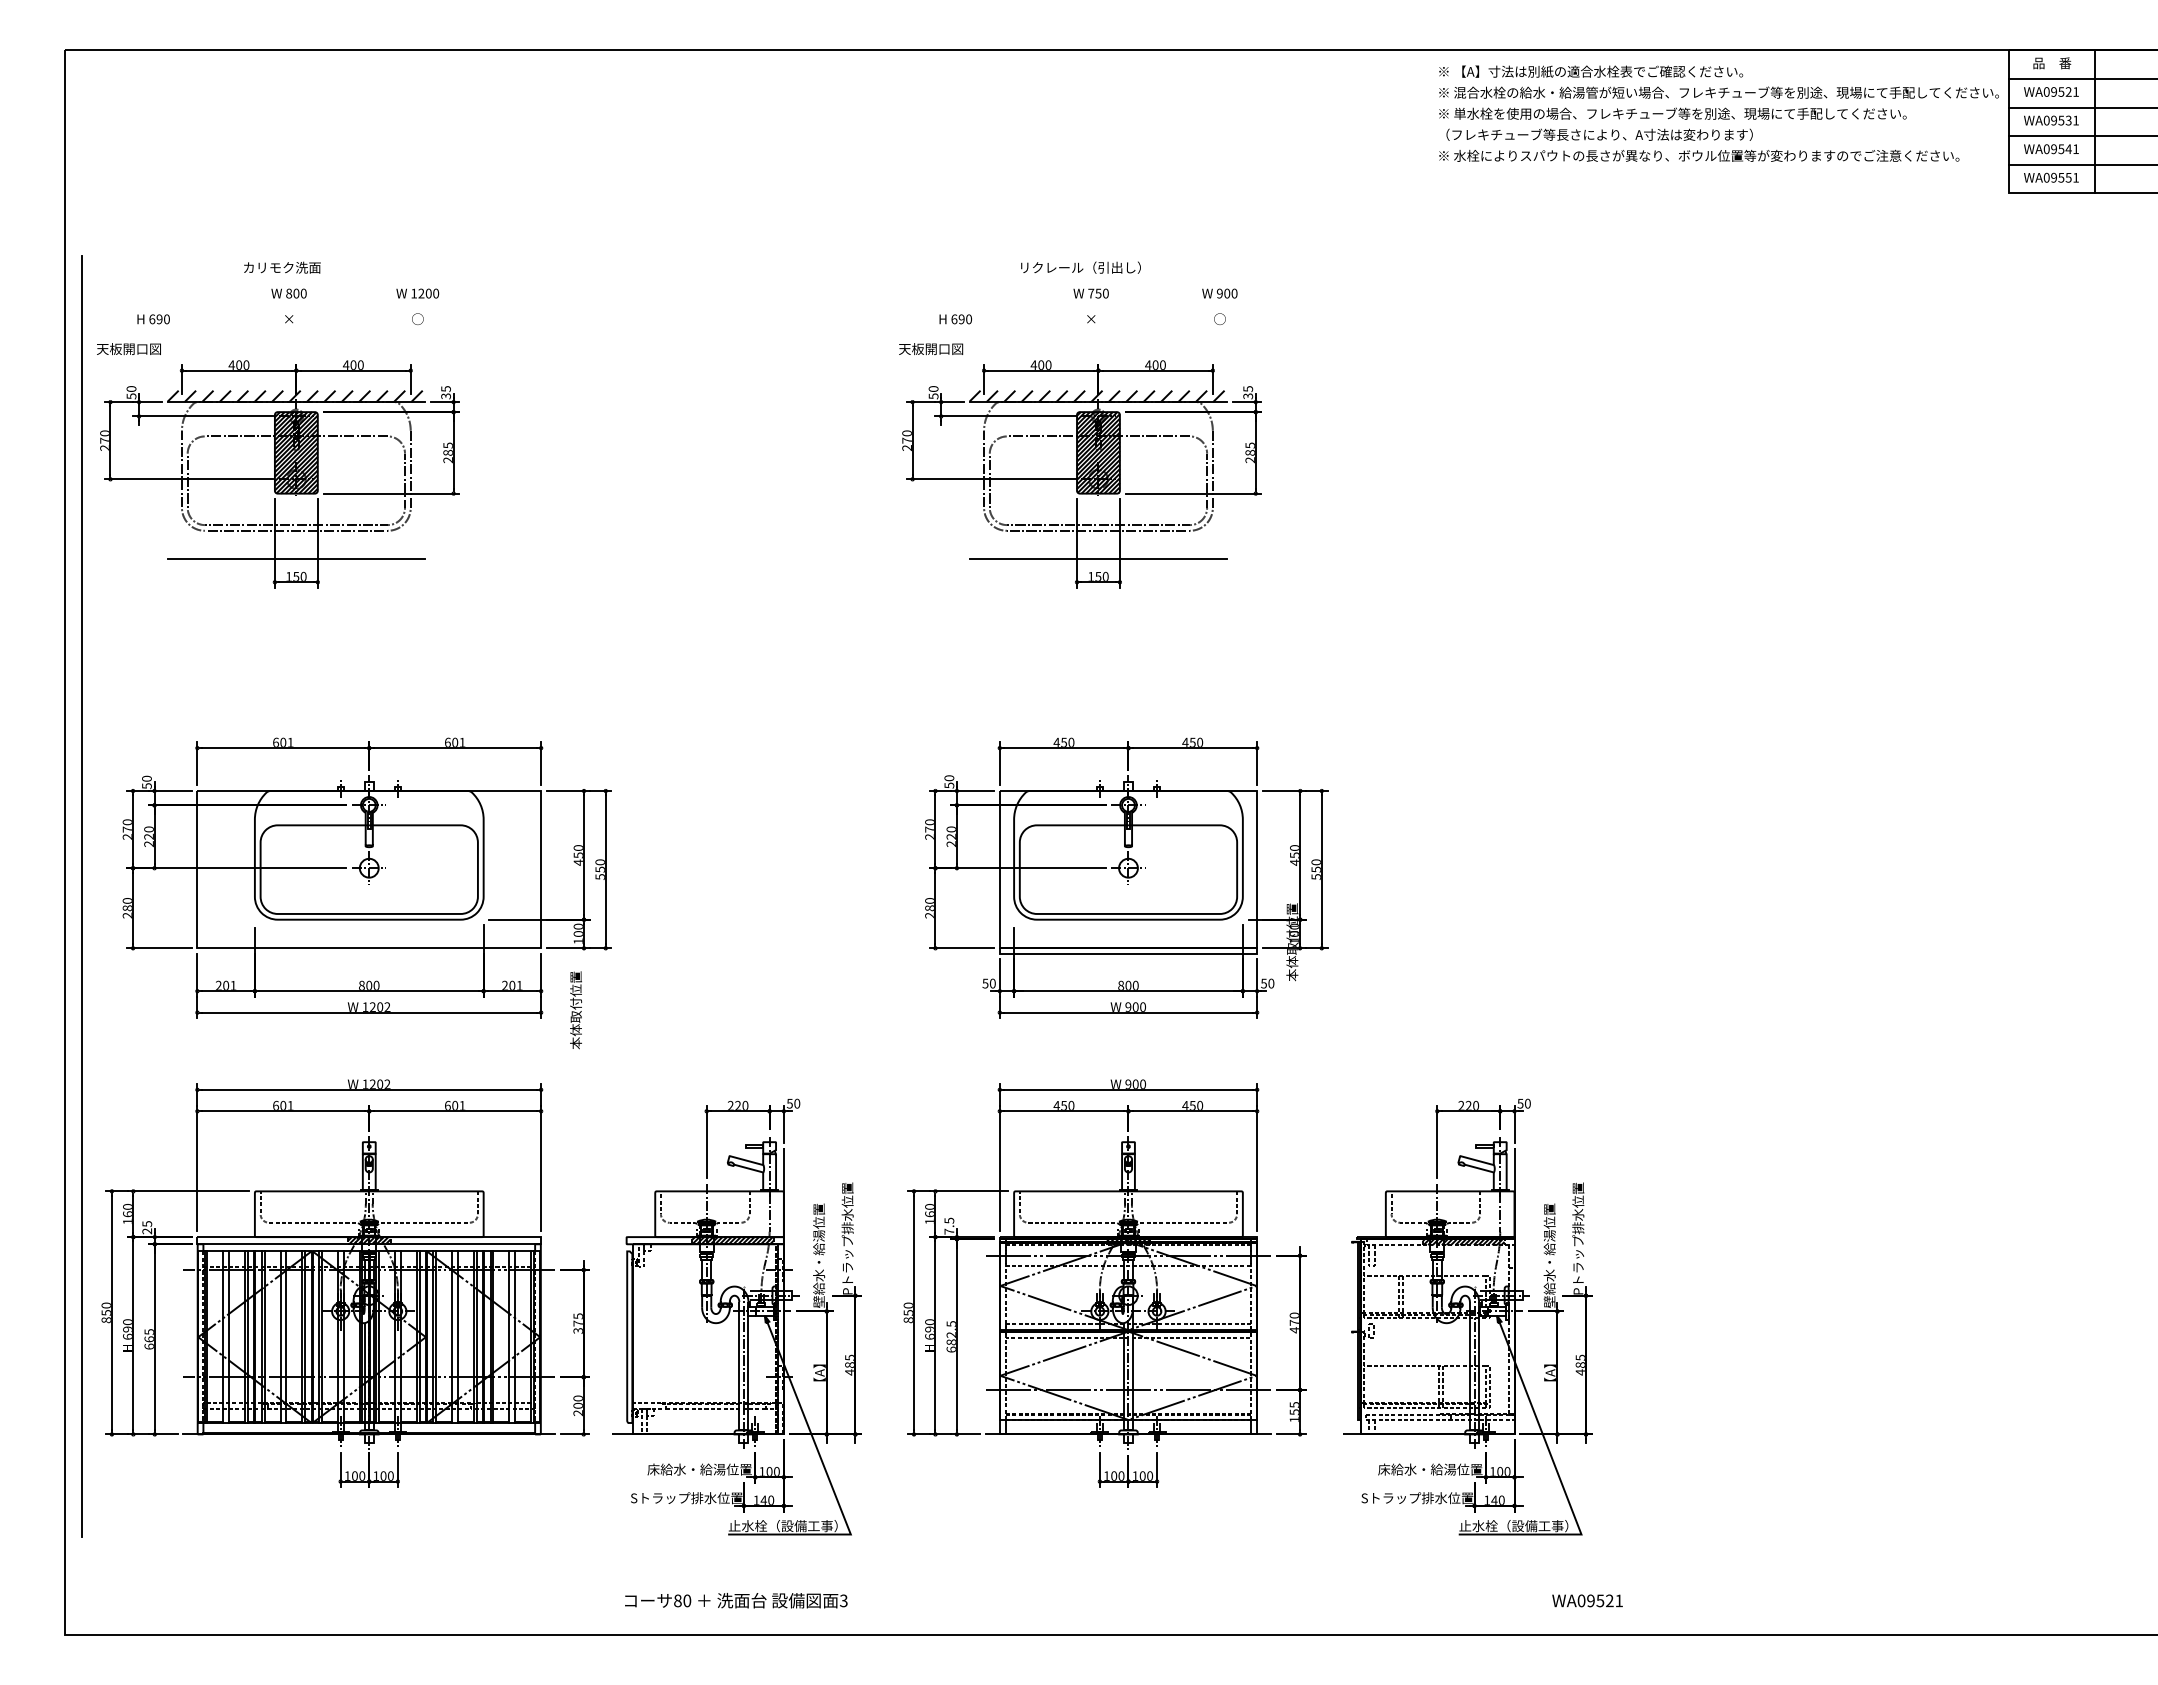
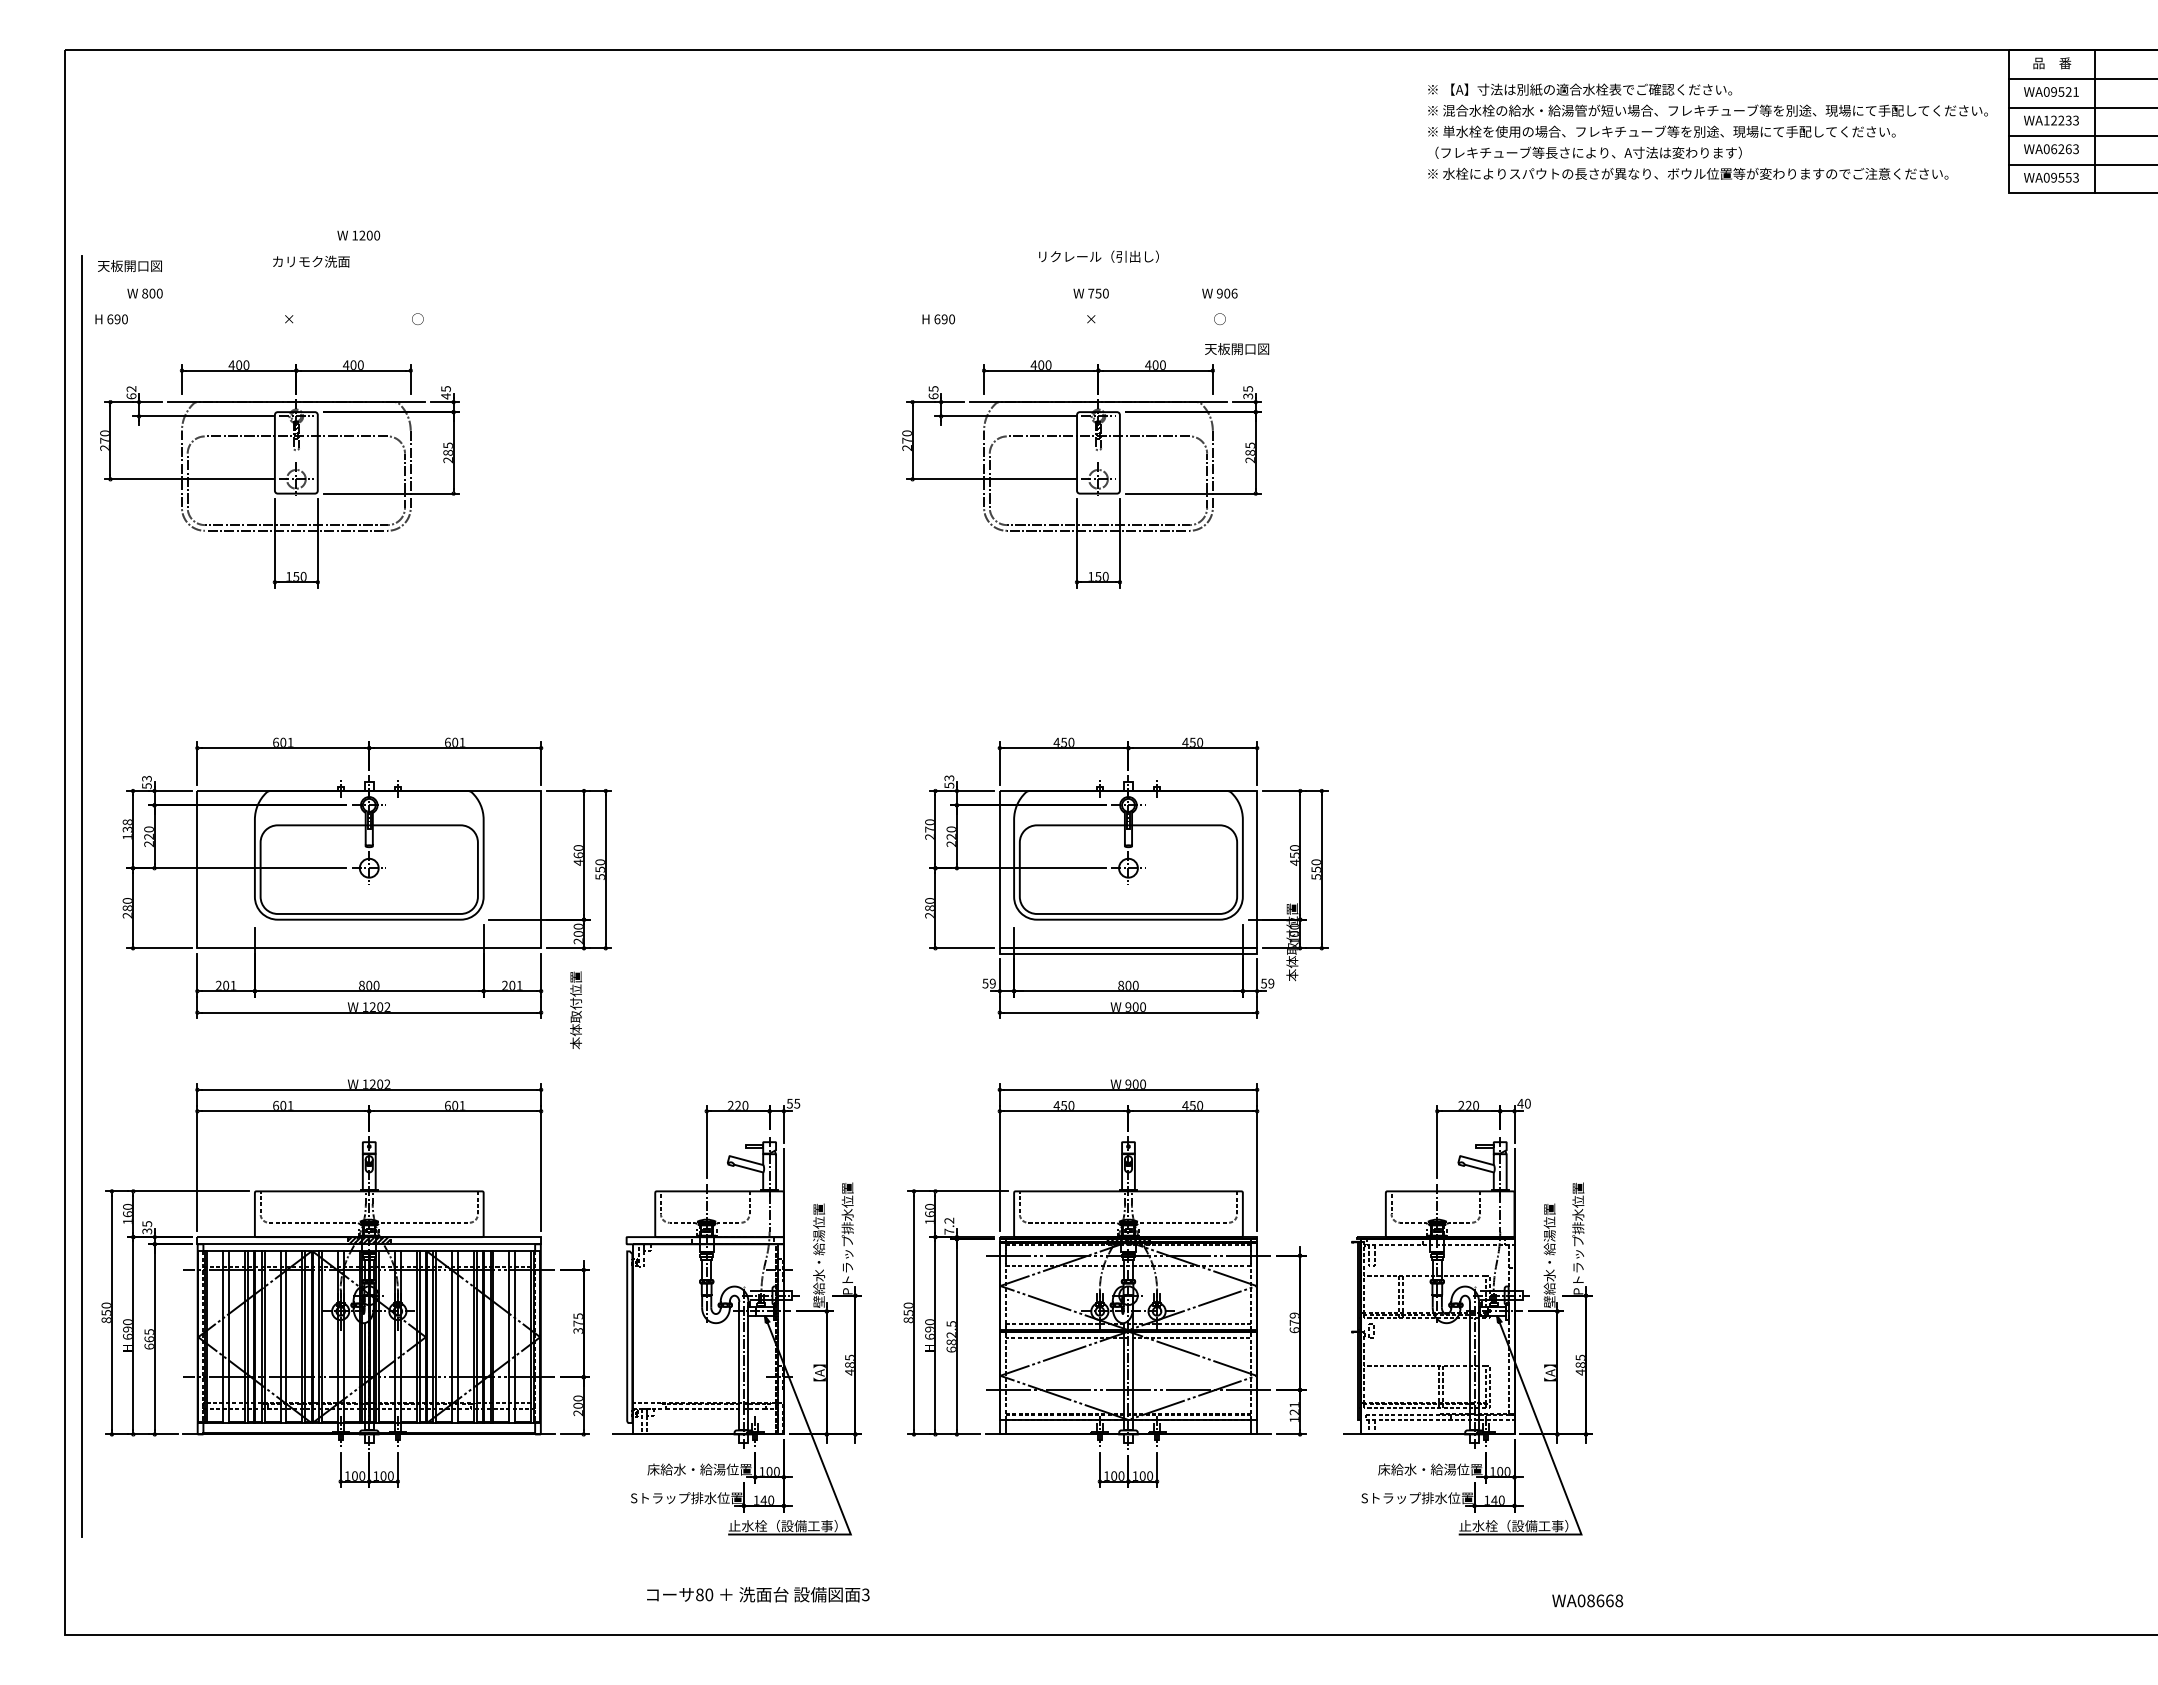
text at (1718, 113) position: (1718, 113) -> (1707, 131)
text at (2060, 120): WA09531 -> WA12233
text at (2064, 149): WA09541 -> WA06263
text at (2075, 177): WA09551 -> WA09553
text at (282, 267) position: (282, 267) -> (311, 261)
text at (1080, 267) position: (1080, 267) -> (1098, 256)
text at (288, 293) position: (288, 293) -> (144, 293)
text at (417, 293) position: (417, 293) -> (358, 235)
text at (1234, 293): 900 -> 906
text at (153, 319) position: (153, 319) -> (111, 319)
text at (955, 319) position: (955, 319) -> (938, 319)
text at (128, 348) position: (128, 348) -> (129, 265)
text at (931, 349) position: (931, 349) -> (1237, 349)
text at (131, 392): 50 -> 62
text at (933, 392): 50 -> 65
hatch at (294, 396): present -> none
text at (445, 396): 35 -> 45
hatch at (1096, 396): present -> none
hatch at (295, 452): present -> none
hatch at (1098, 452): present -> none
line at (296, 559): present -> none
line at (1098, 559): present -> none
text at (146, 778): 50 -> 53
text at (949, 778): 50 -> 53
text at (126, 829): 270 -> 138
text at (577, 855): 450 -> 460
text at (577, 941): 100 -> 200
text at (992, 983): 50 -> 59
text at (1271, 983): 50 -> 59
text at (797, 1103): 50 -> 55
text at (1520, 1103): 50 -> 40
text at (949, 1220): 7.5 -> 7.2
text at (147, 1231): 25 -> 35
hatch at (732, 1240): present -> none
hatch at (1463, 1241): present -> none
text at (1293, 1322): 470 -> 679
text at (1293, 1408): 155 -> 121
text at (736, 1600) position: (736, 1600) -> (758, 1594)
text at (1605, 1600): WA09521 -> WA08668
